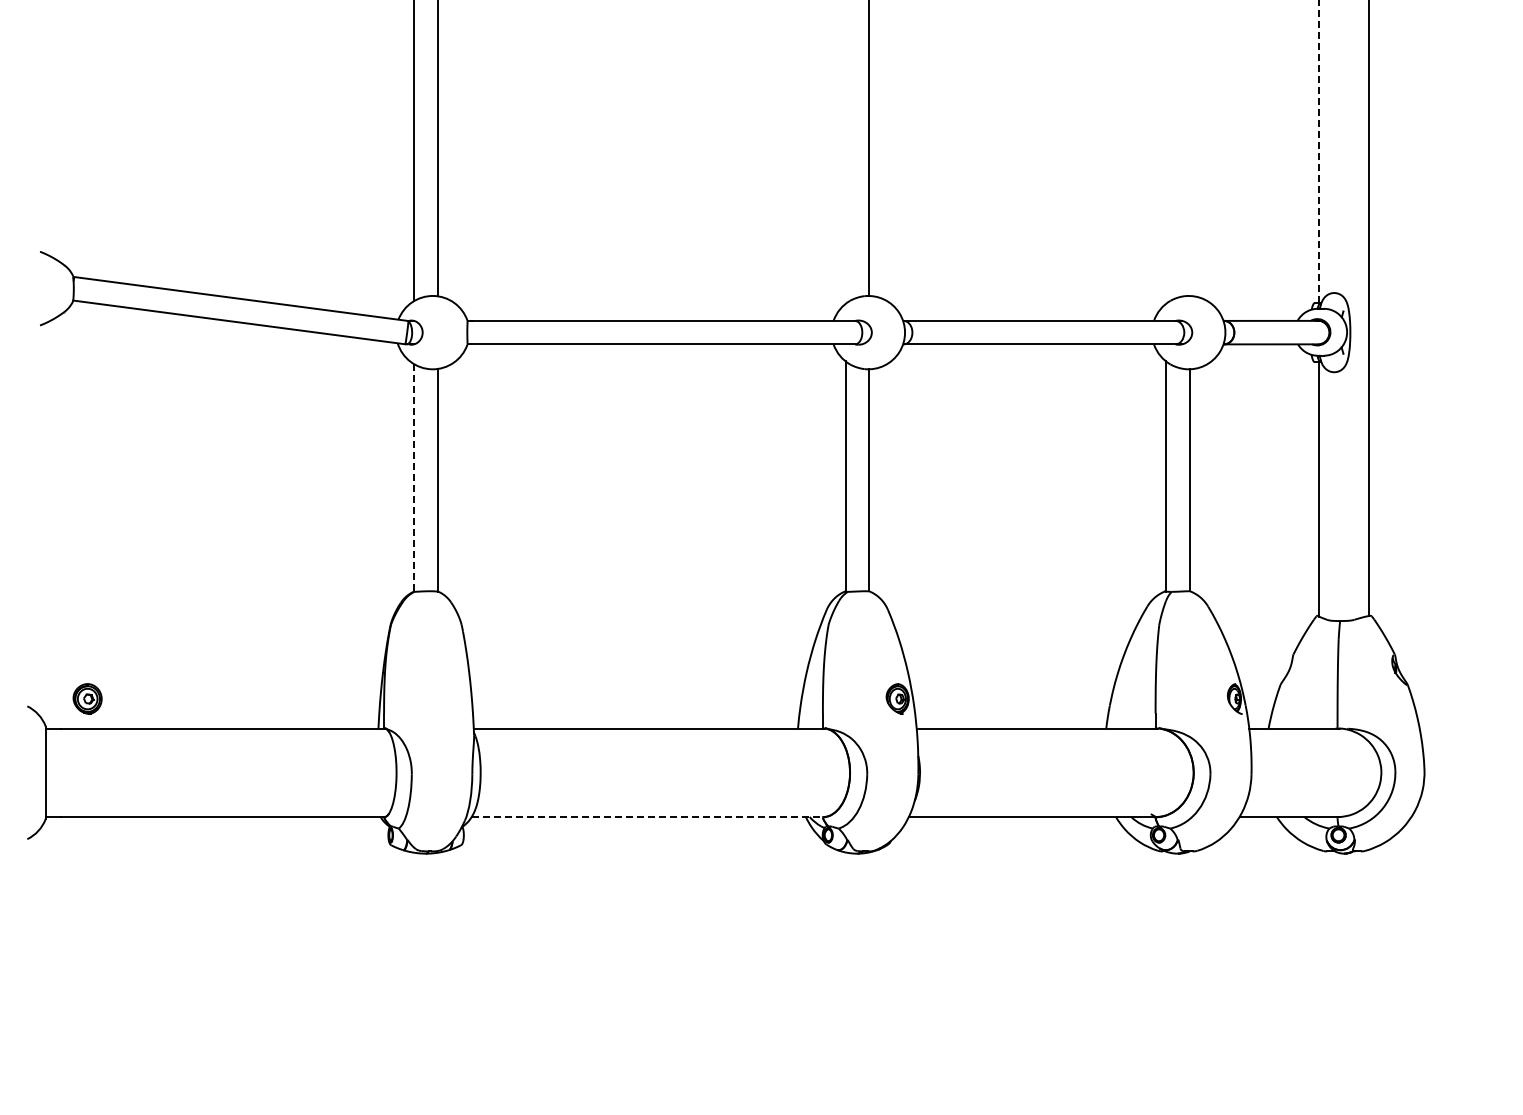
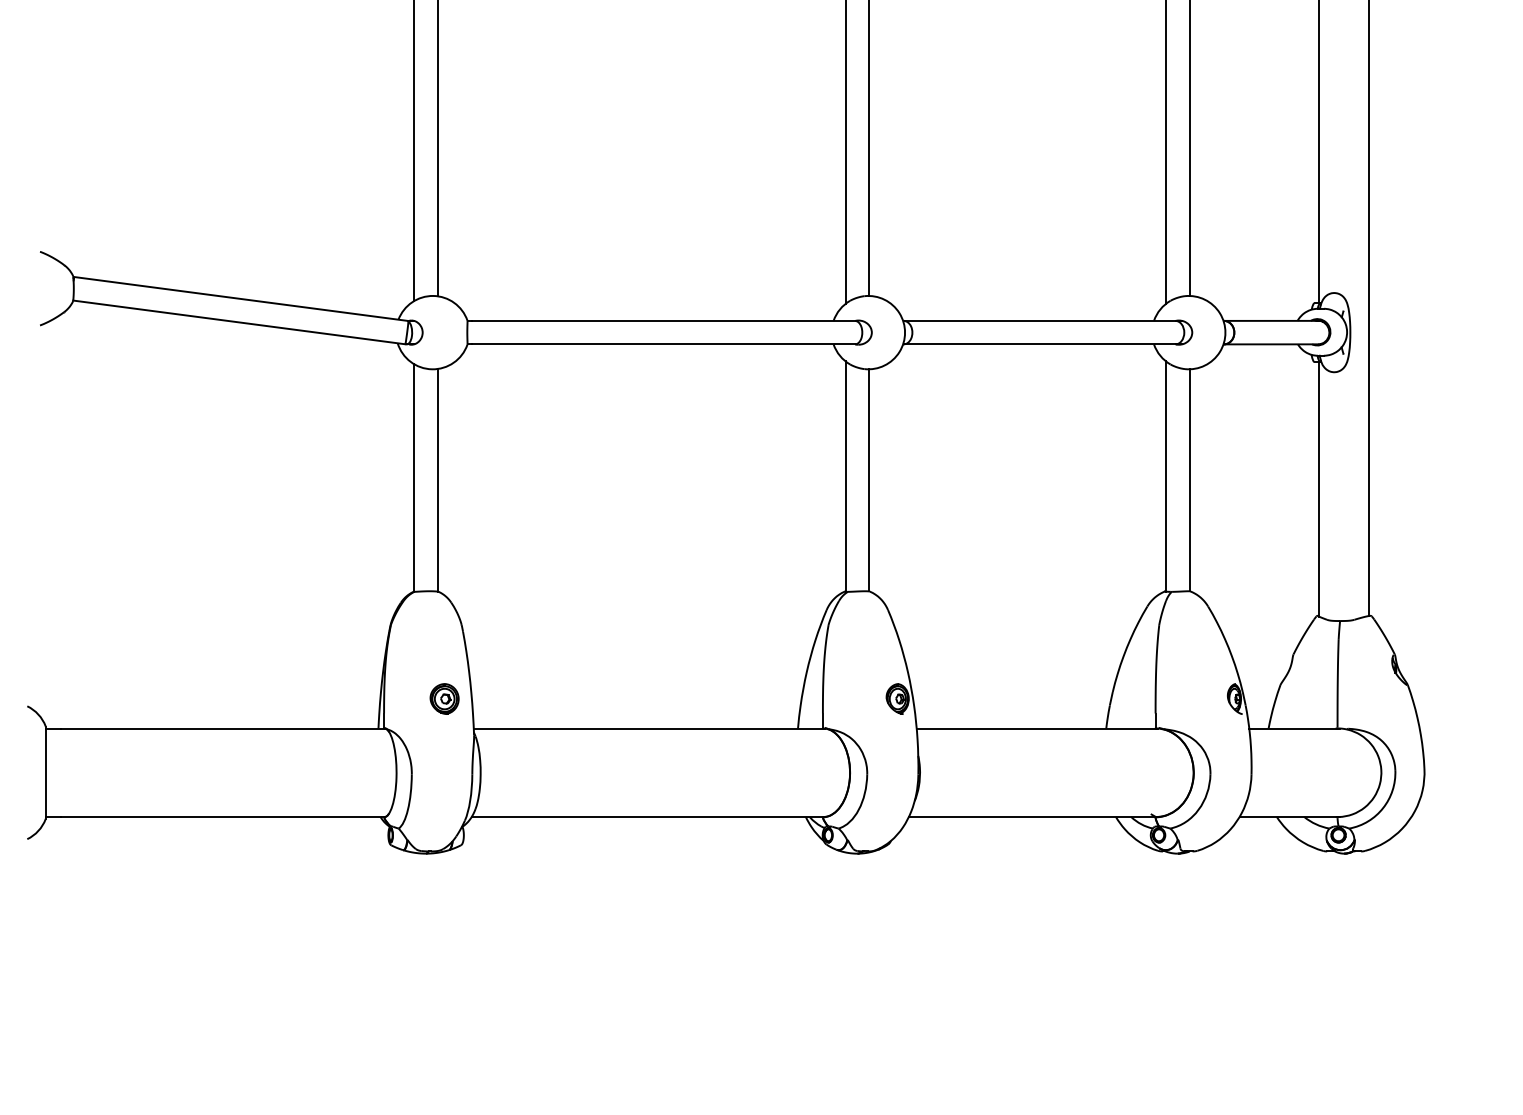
line at (1189, 148): none -> present
line at (1319, 151): dashed -> solid
line at (845, 152): none -> present
line at (1166, 152): none -> present
line at (414, 478): dashed -> solid
part at (87, 698) position: (87, 698) -> (444, 698)
line at (648, 816): dashed -> solid
